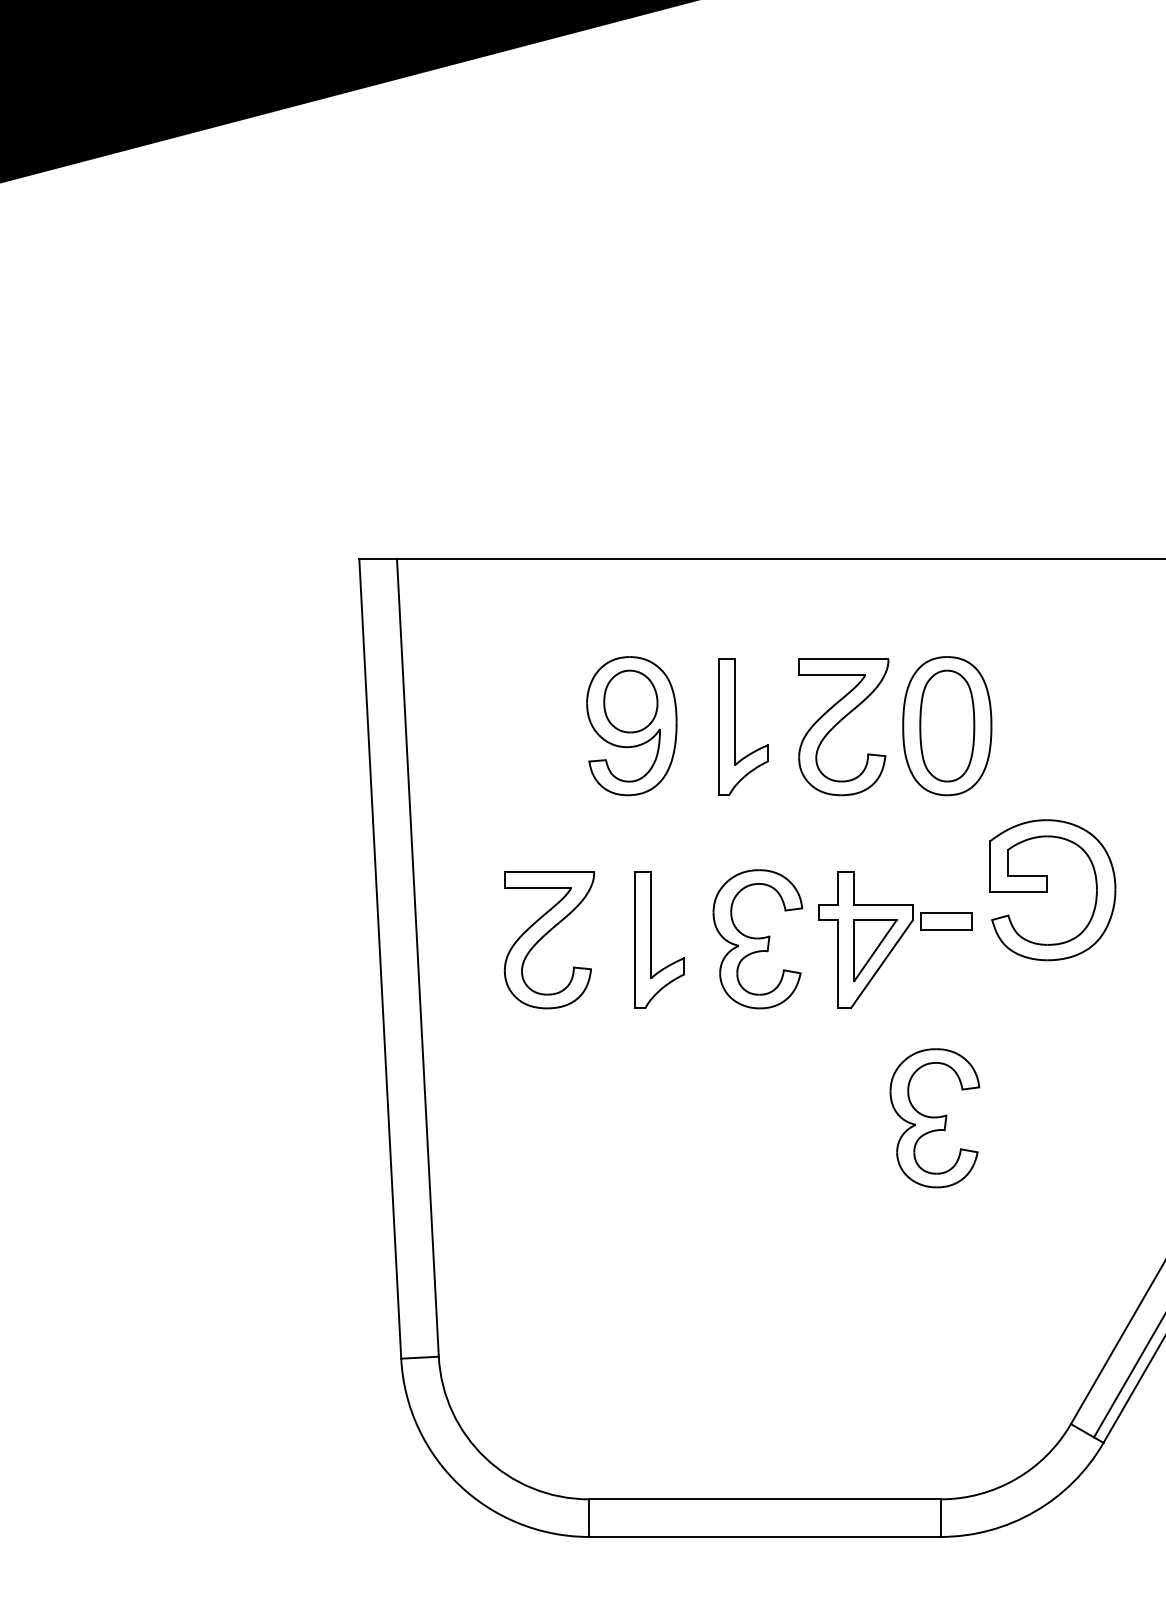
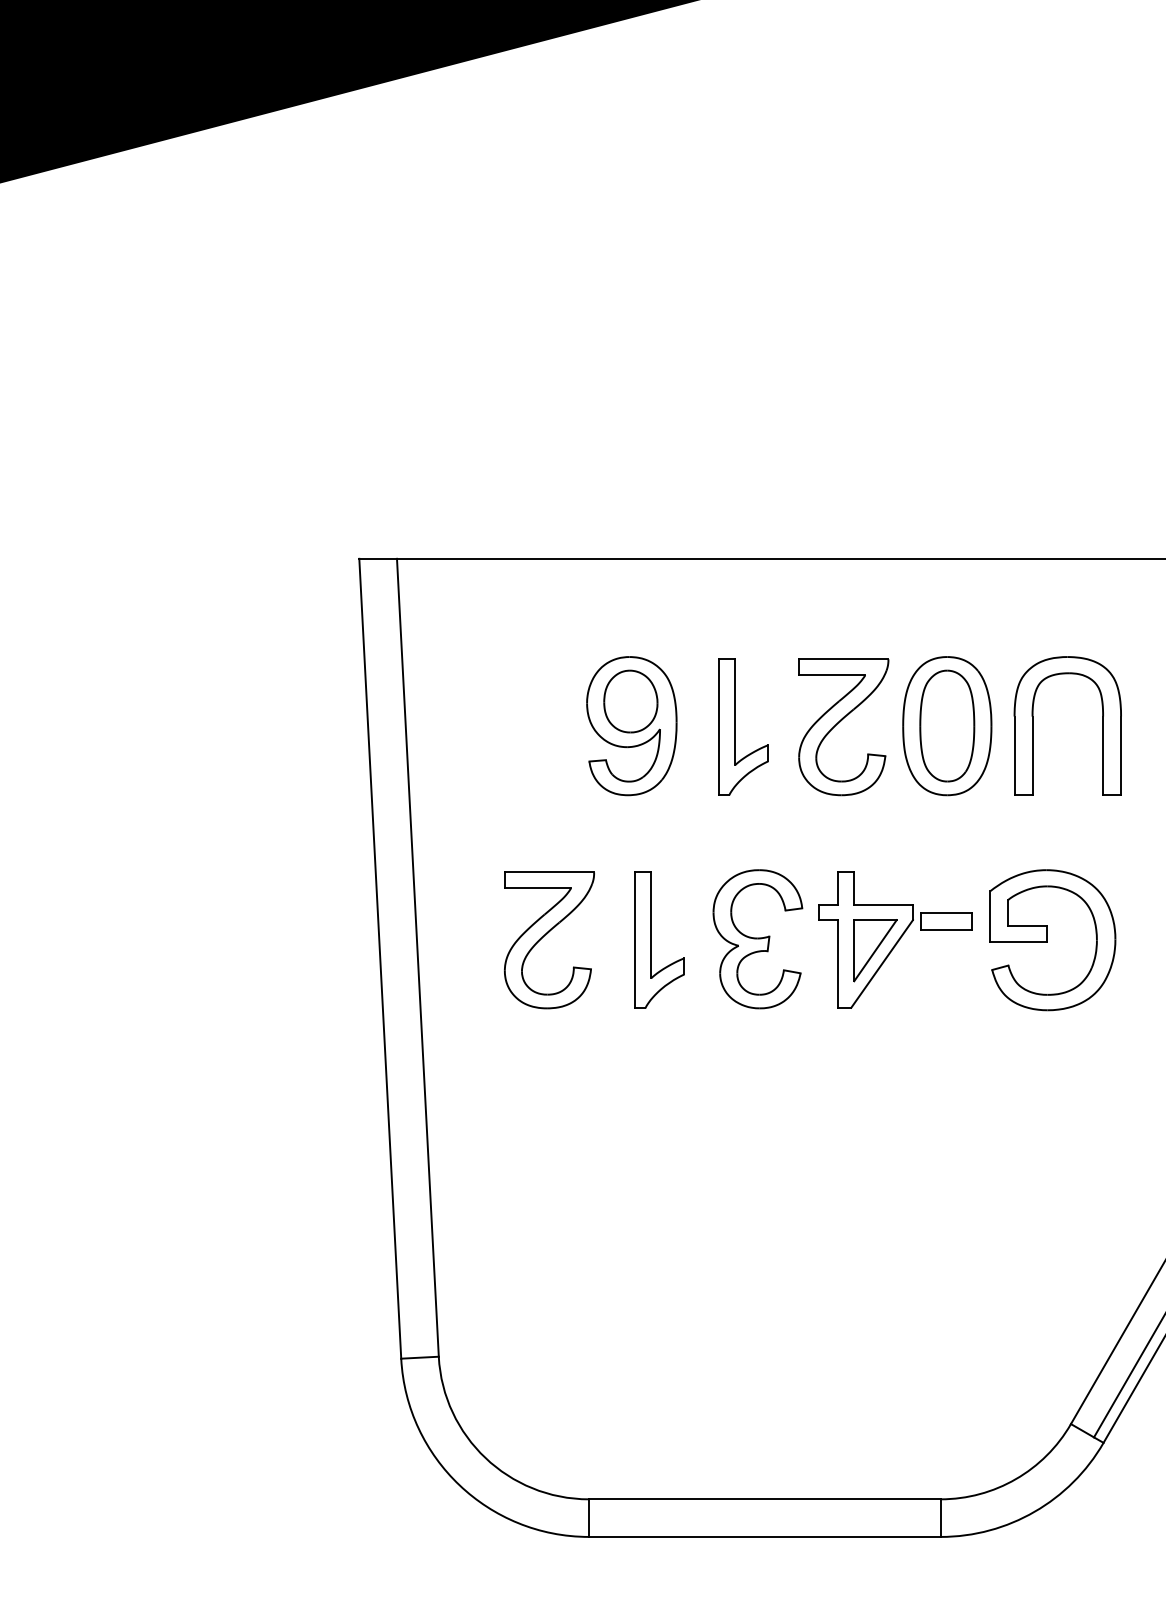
part at (1033, 725): none -> present
part at (1052, 890) position: (1052, 890) -> (1052, 940)
part at (934, 1118): present -> none
